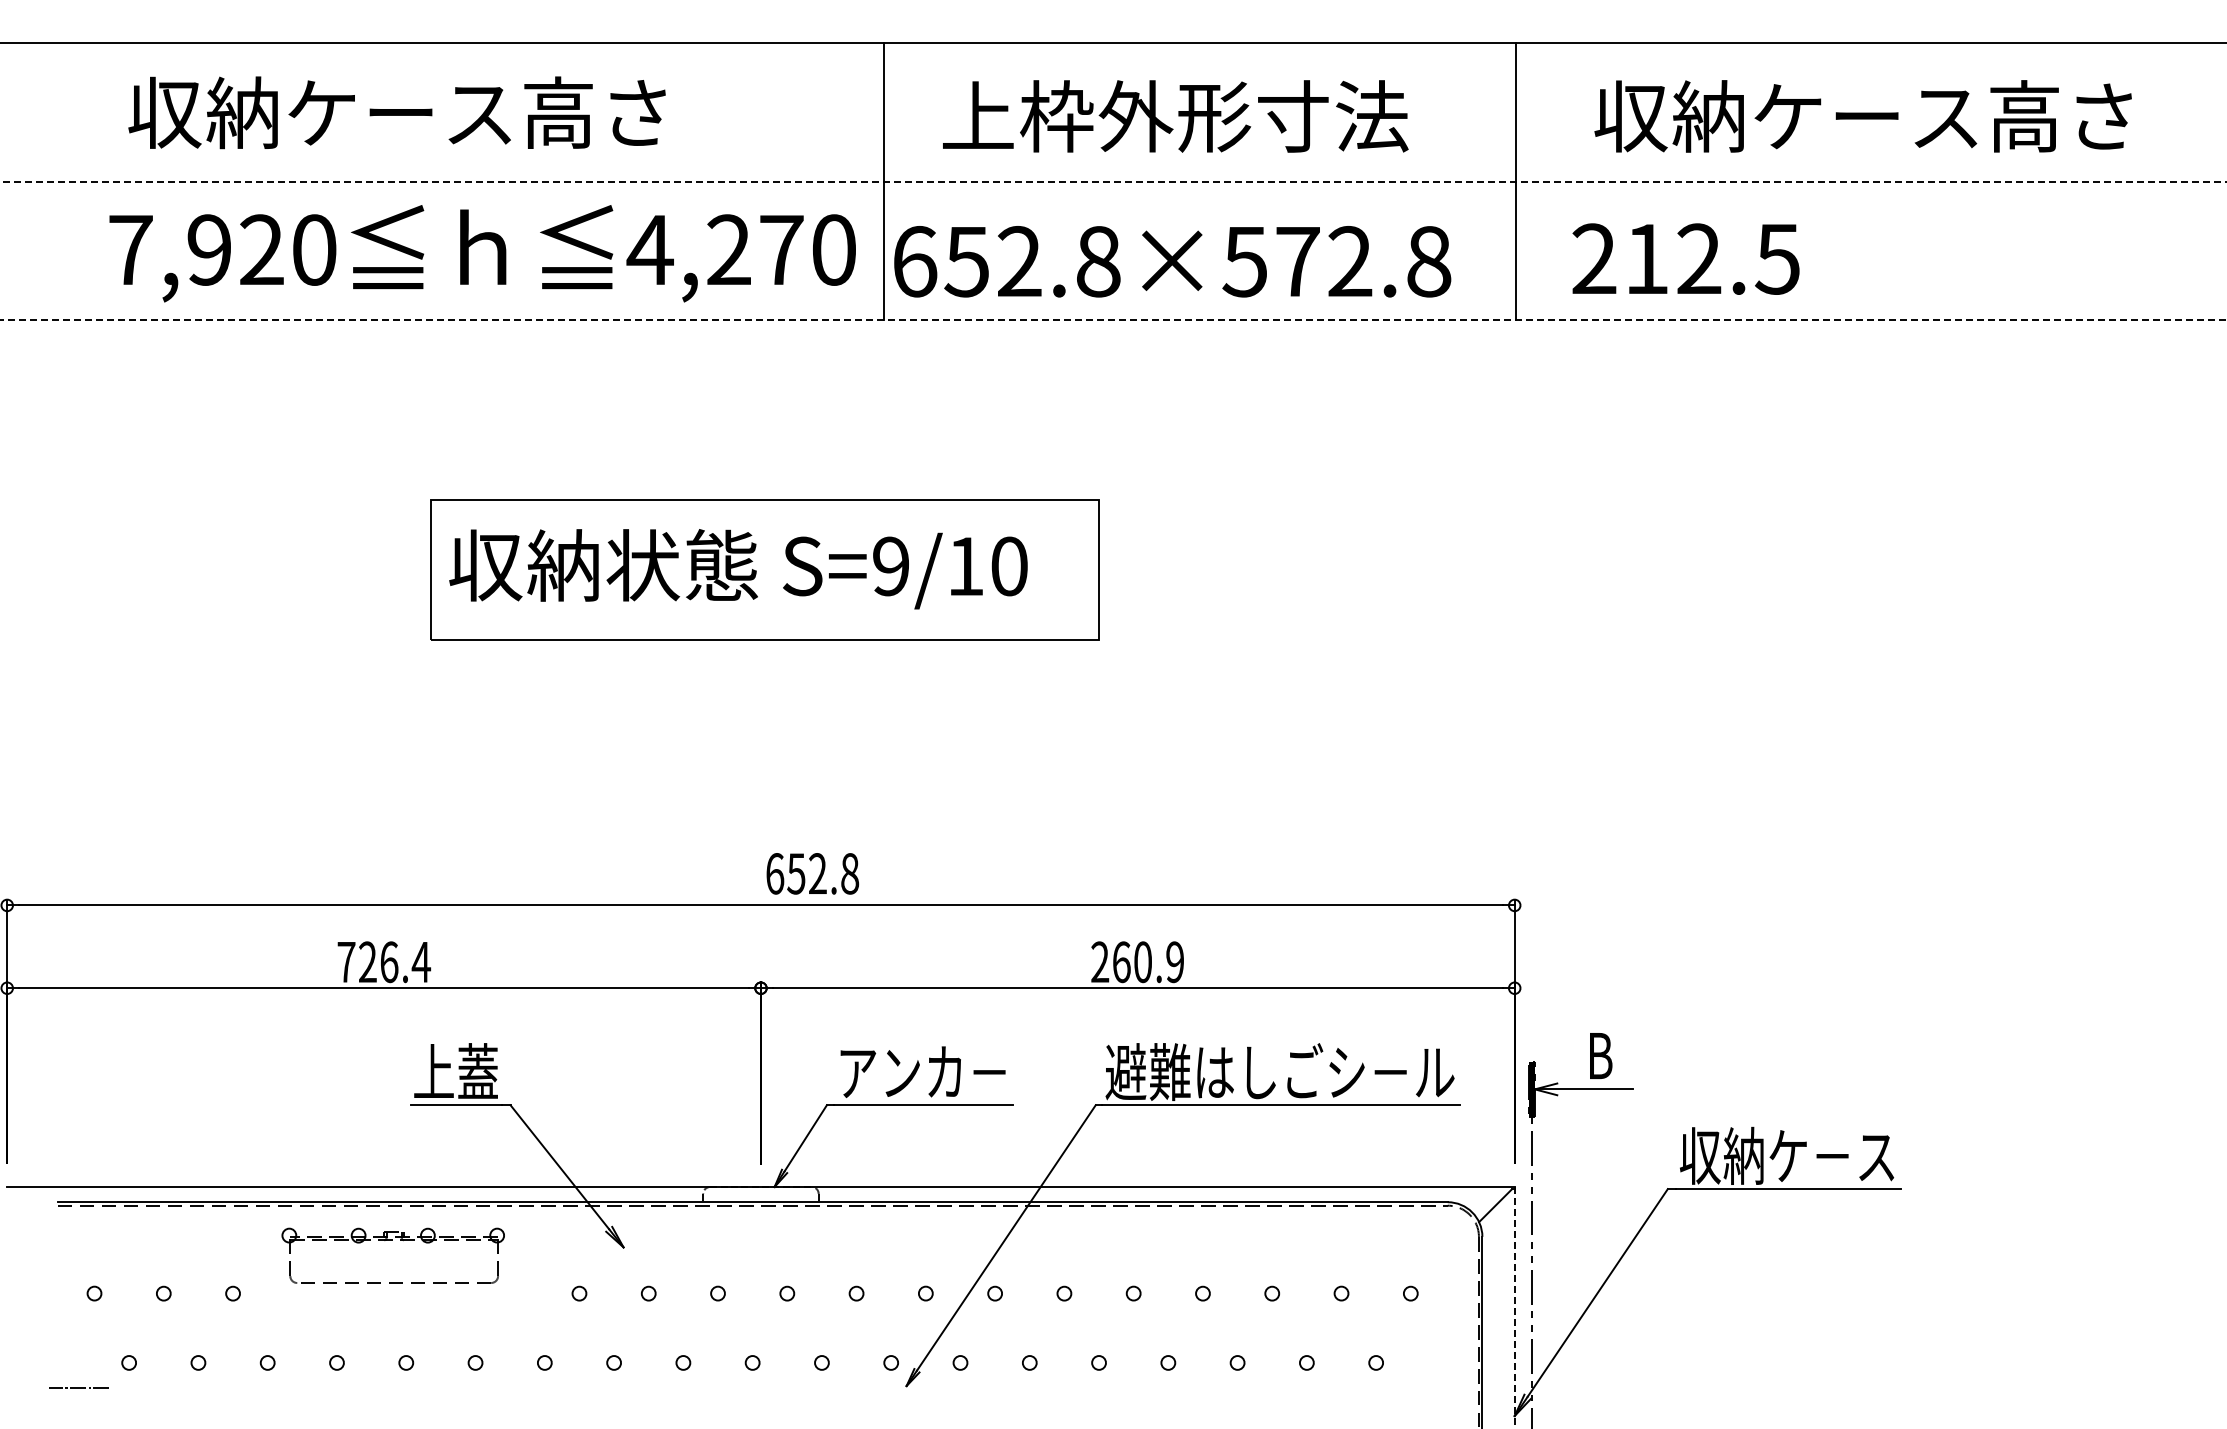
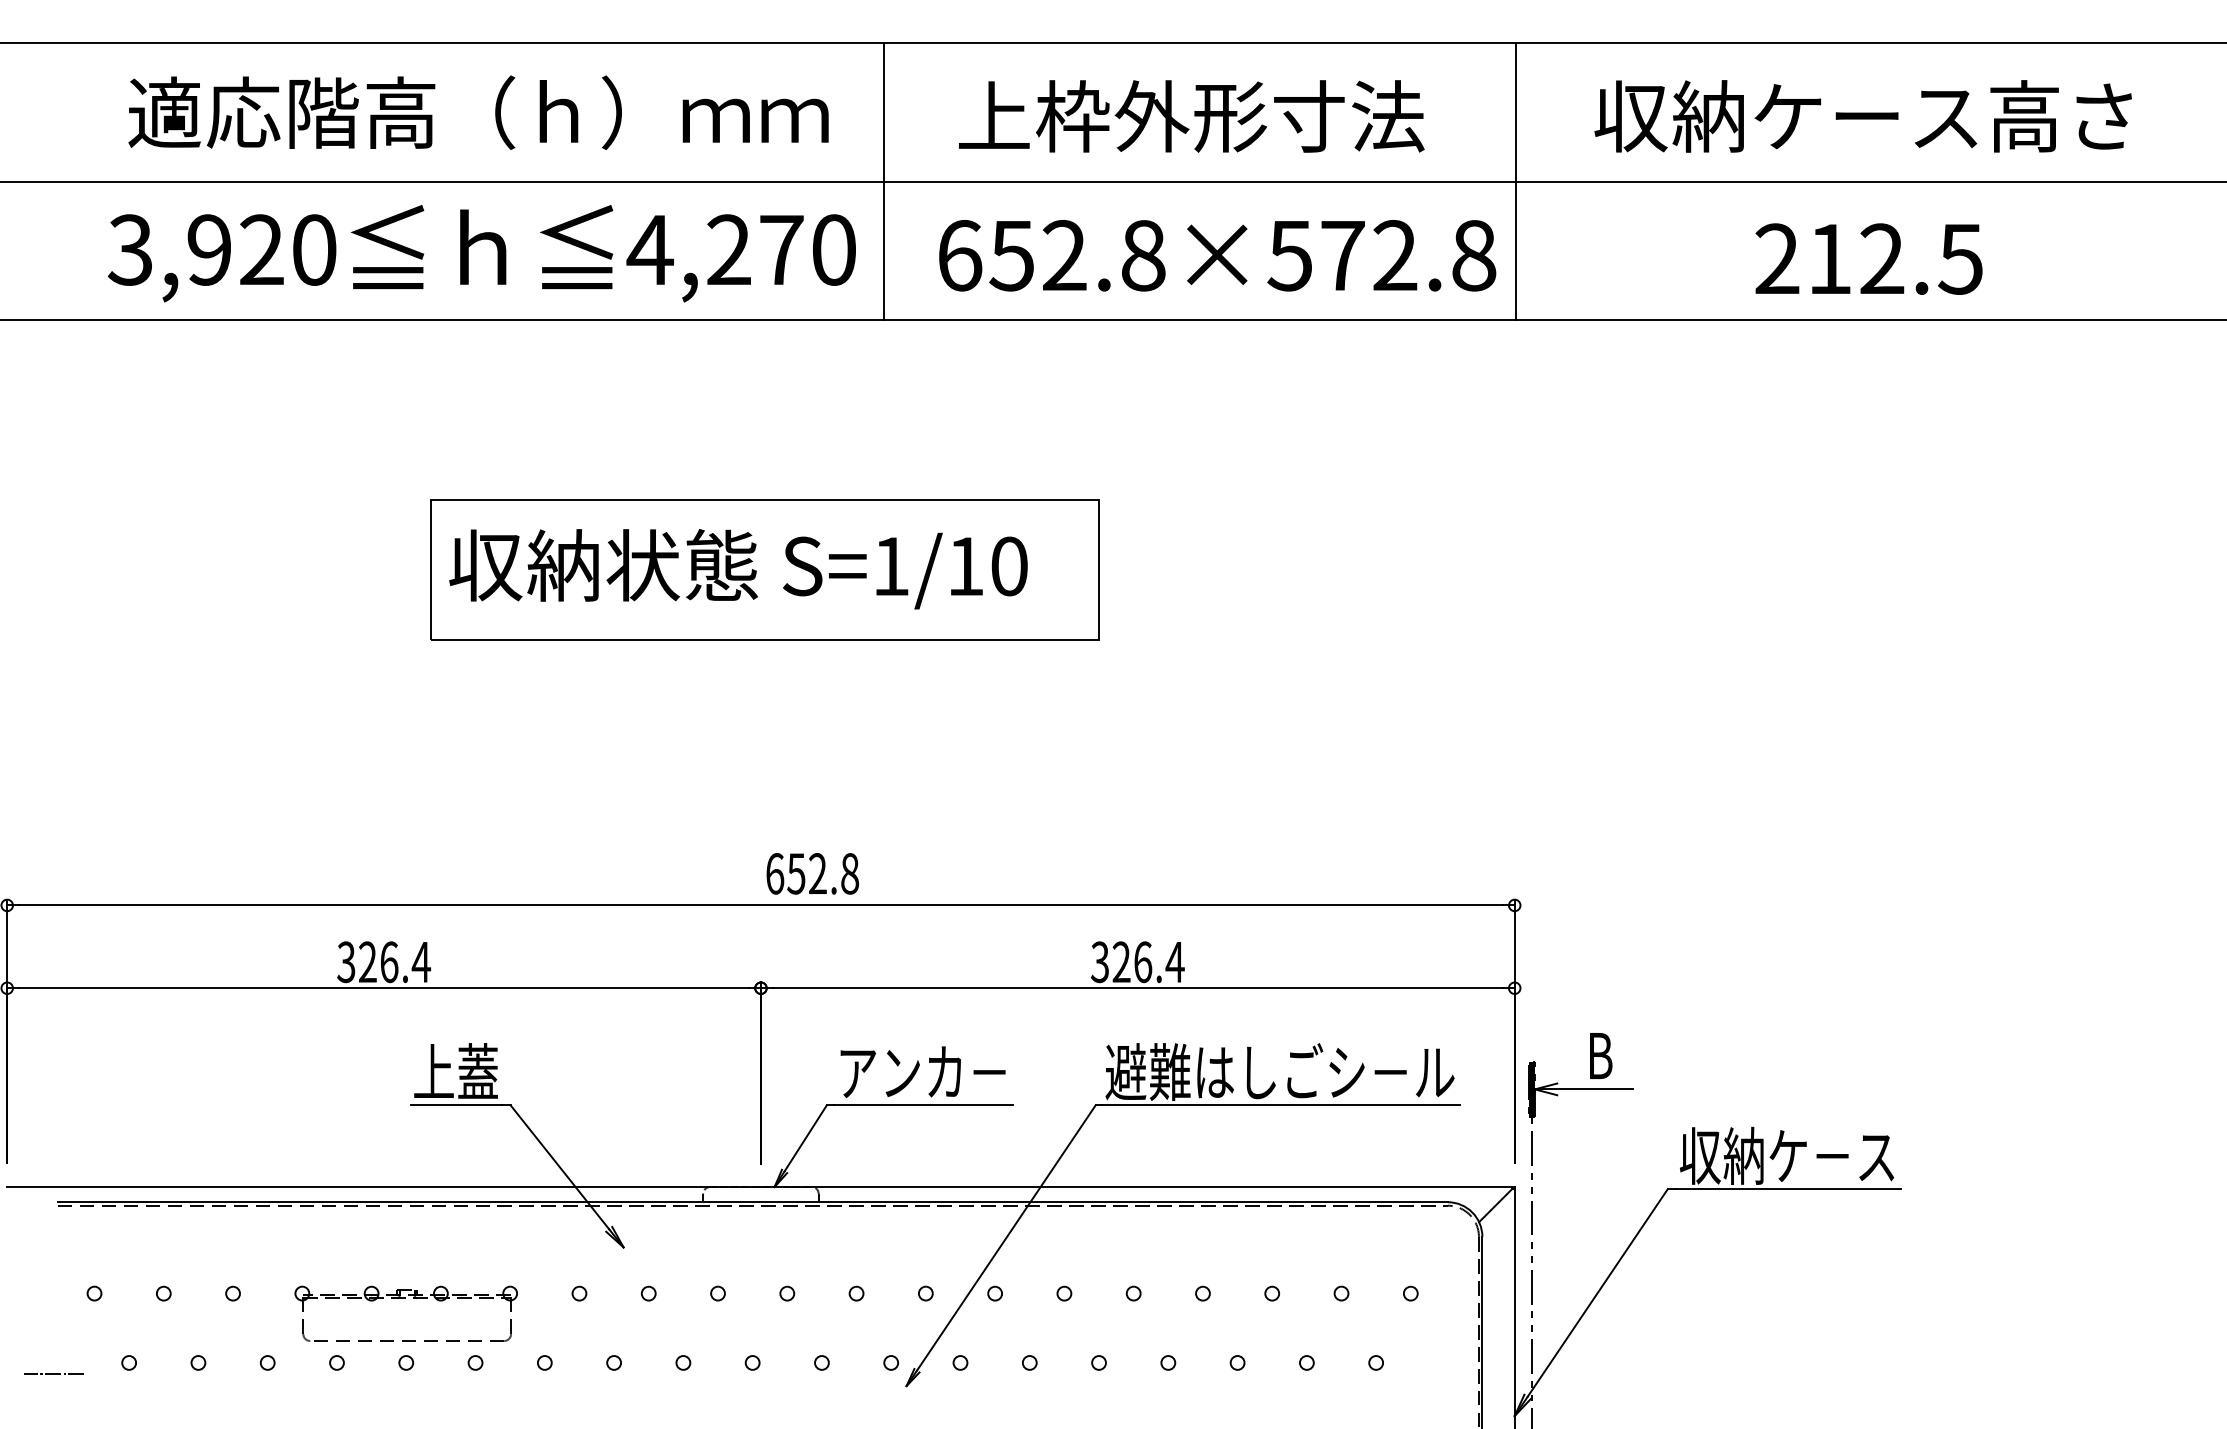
text at (478, 112): 収納ケース高さ -> 適応階高（ｈ）ｍｍ
text at (1175, 116) position: (1175, 116) -> (1191, 116)
line at (1113, 181): dashed -> solid
text at (129, 249): 7,920 -> 3,920
text at (1685, 258) position: (1685, 258) -> (1868, 258)
text at (1172, 261) position: (1172, 261) -> (1217, 255)
line at (1113, 320): dashed -> solid
text at (890, 566): S=9/10 -> S=1/10
text at (346, 962): 726.4 -> 326.4
text at (1137, 962): 260.9 -> 326.4
part at (392, 1240) position: (392, 1240) -> (405, 1298)
line at (1514, 1307): dashed -> solid
line at (78, 1387) position: (78, 1387) -> (53, 1373)
